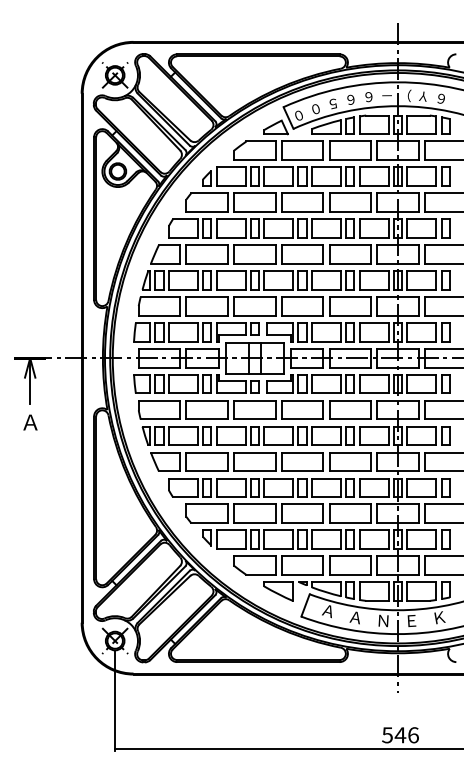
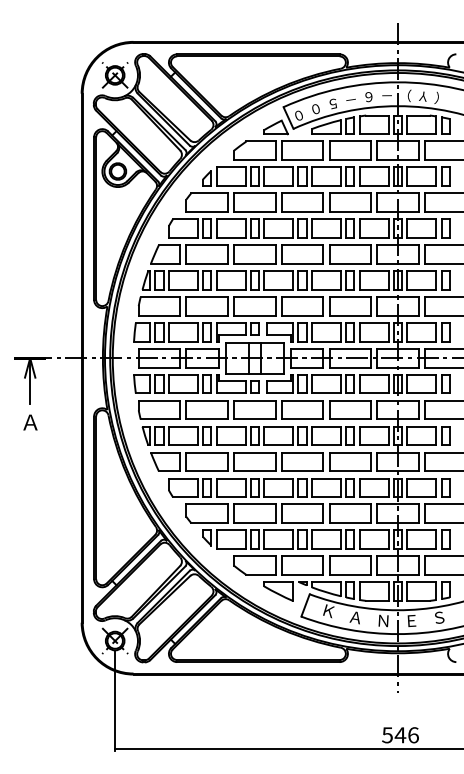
text at (439, 97): ６ -> （
text at (350, 99): ６ -> －
text at (328, 610): Ａ -> Ｋ
text at (439, 617): Ｋ -> Ｓ
